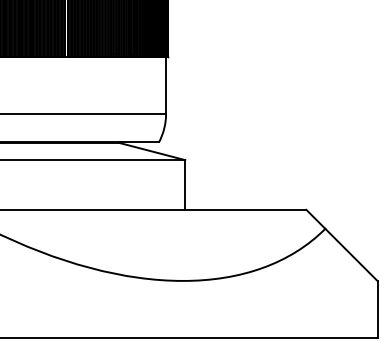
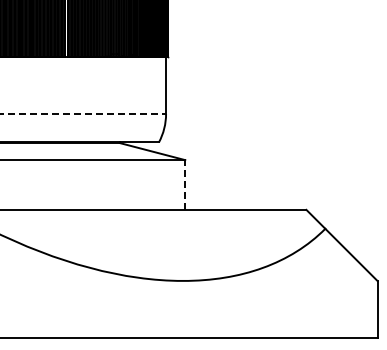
line at (83, 113): solid -> dashed
line at (185, 185): solid -> dashed
